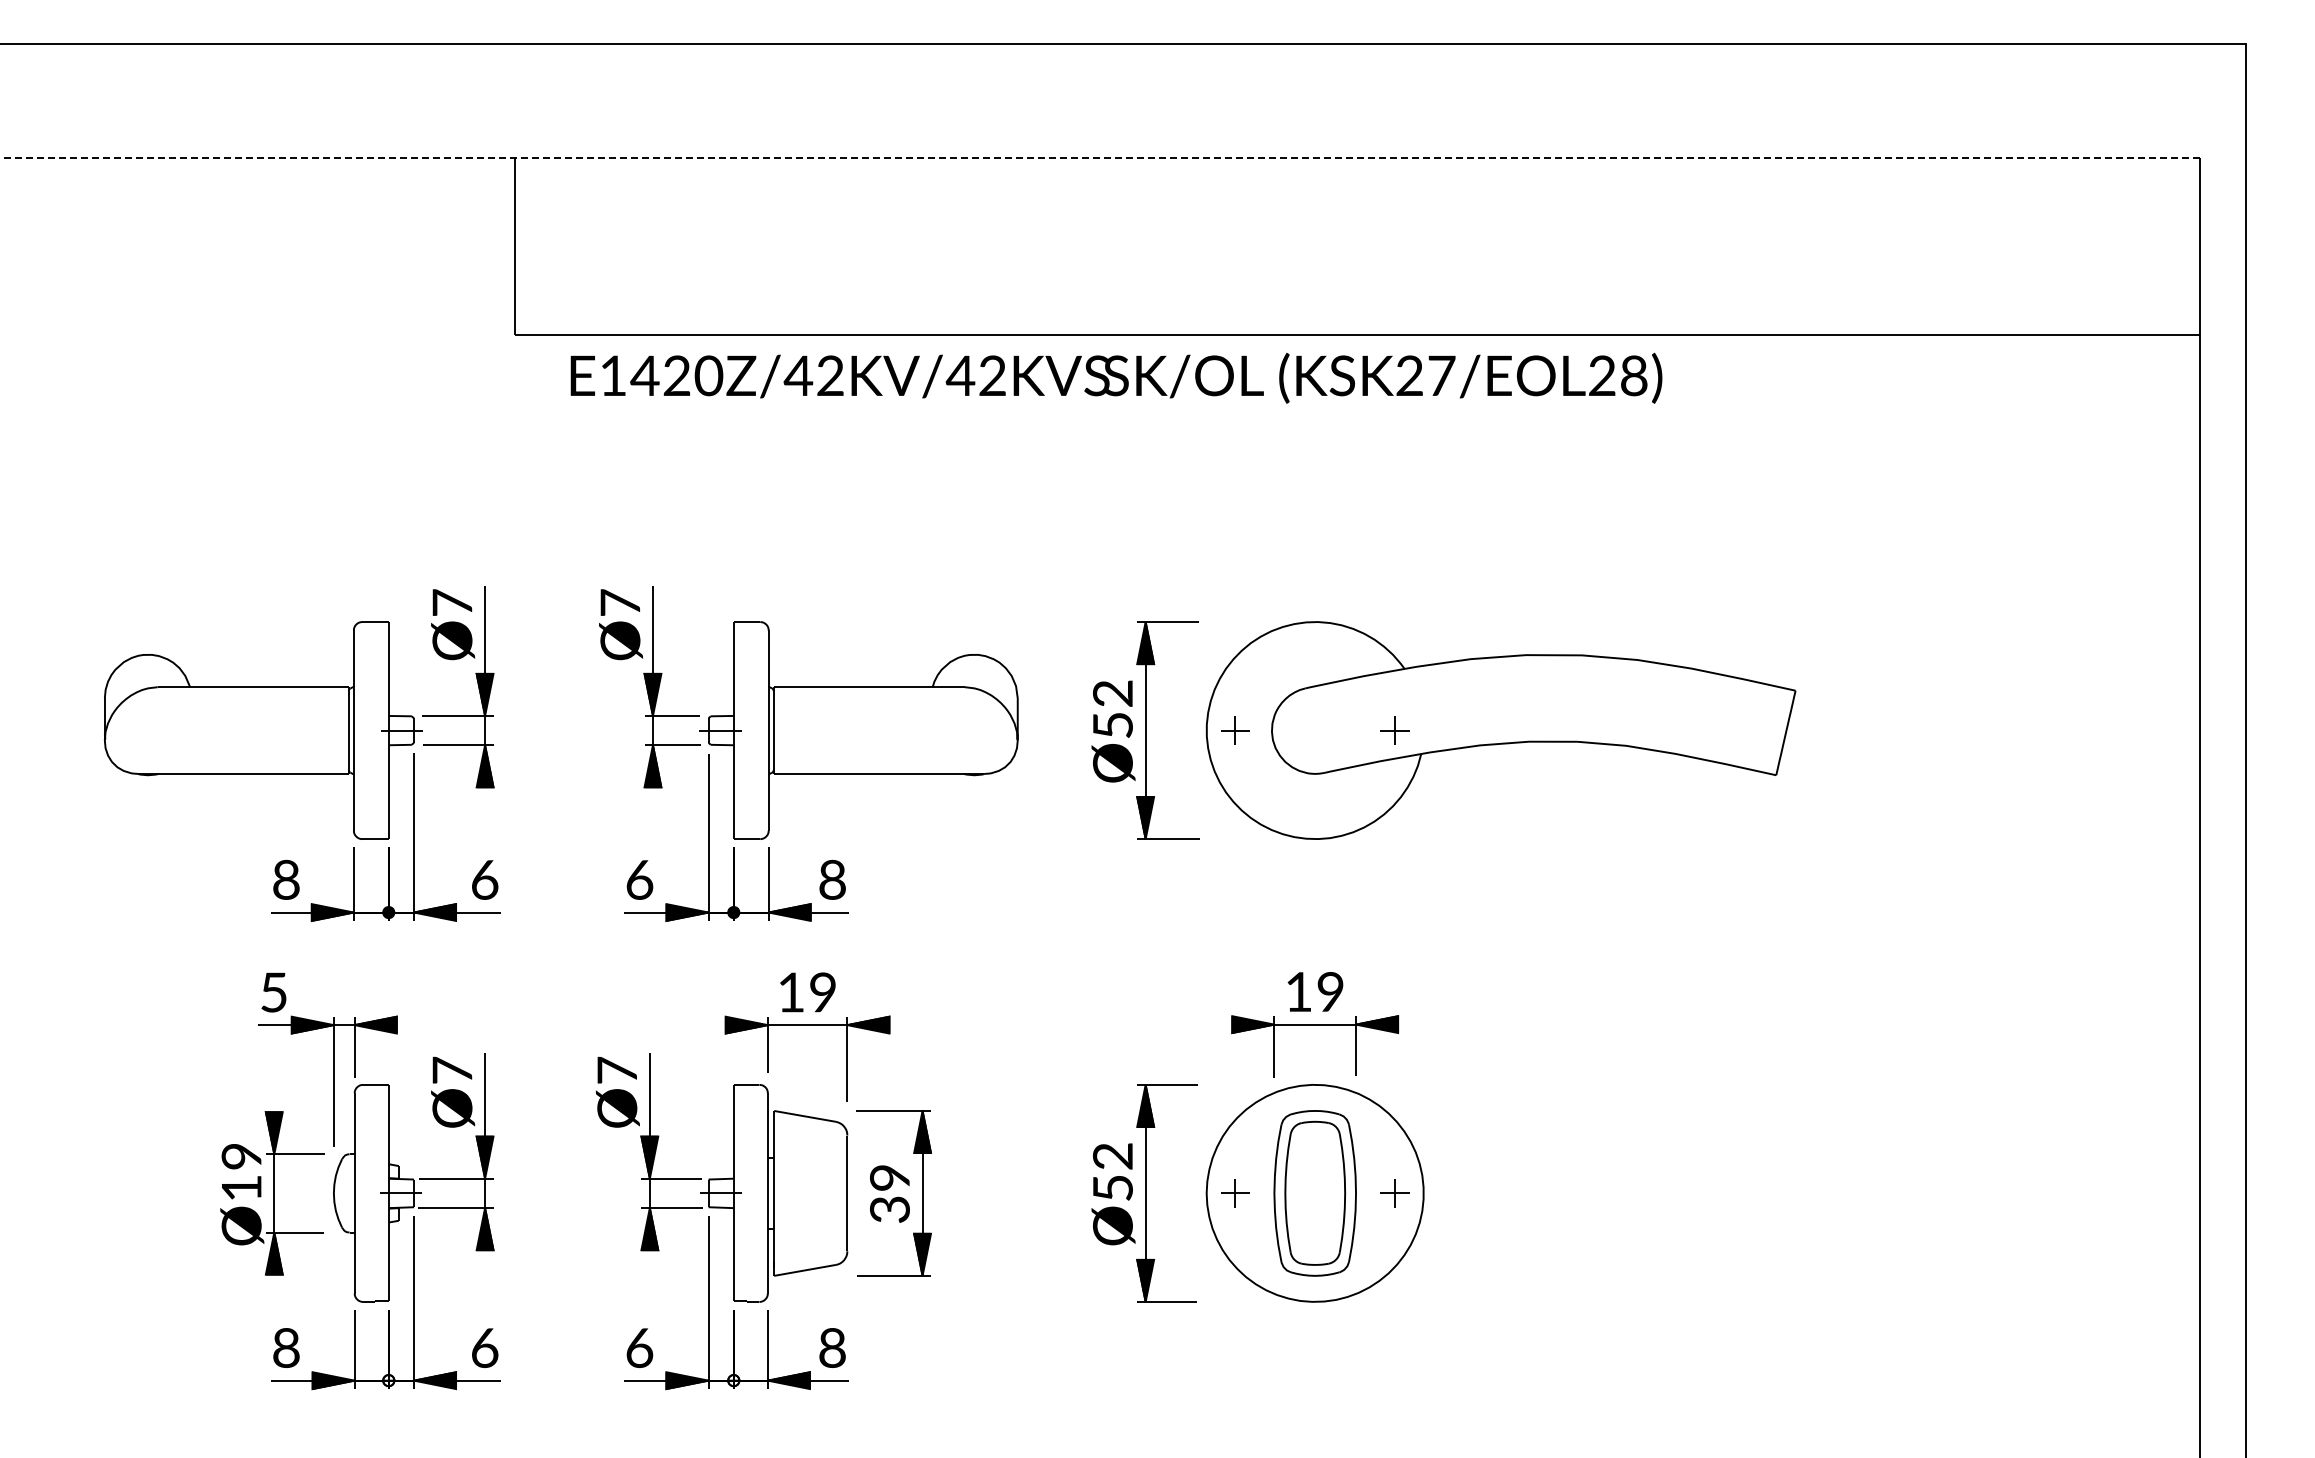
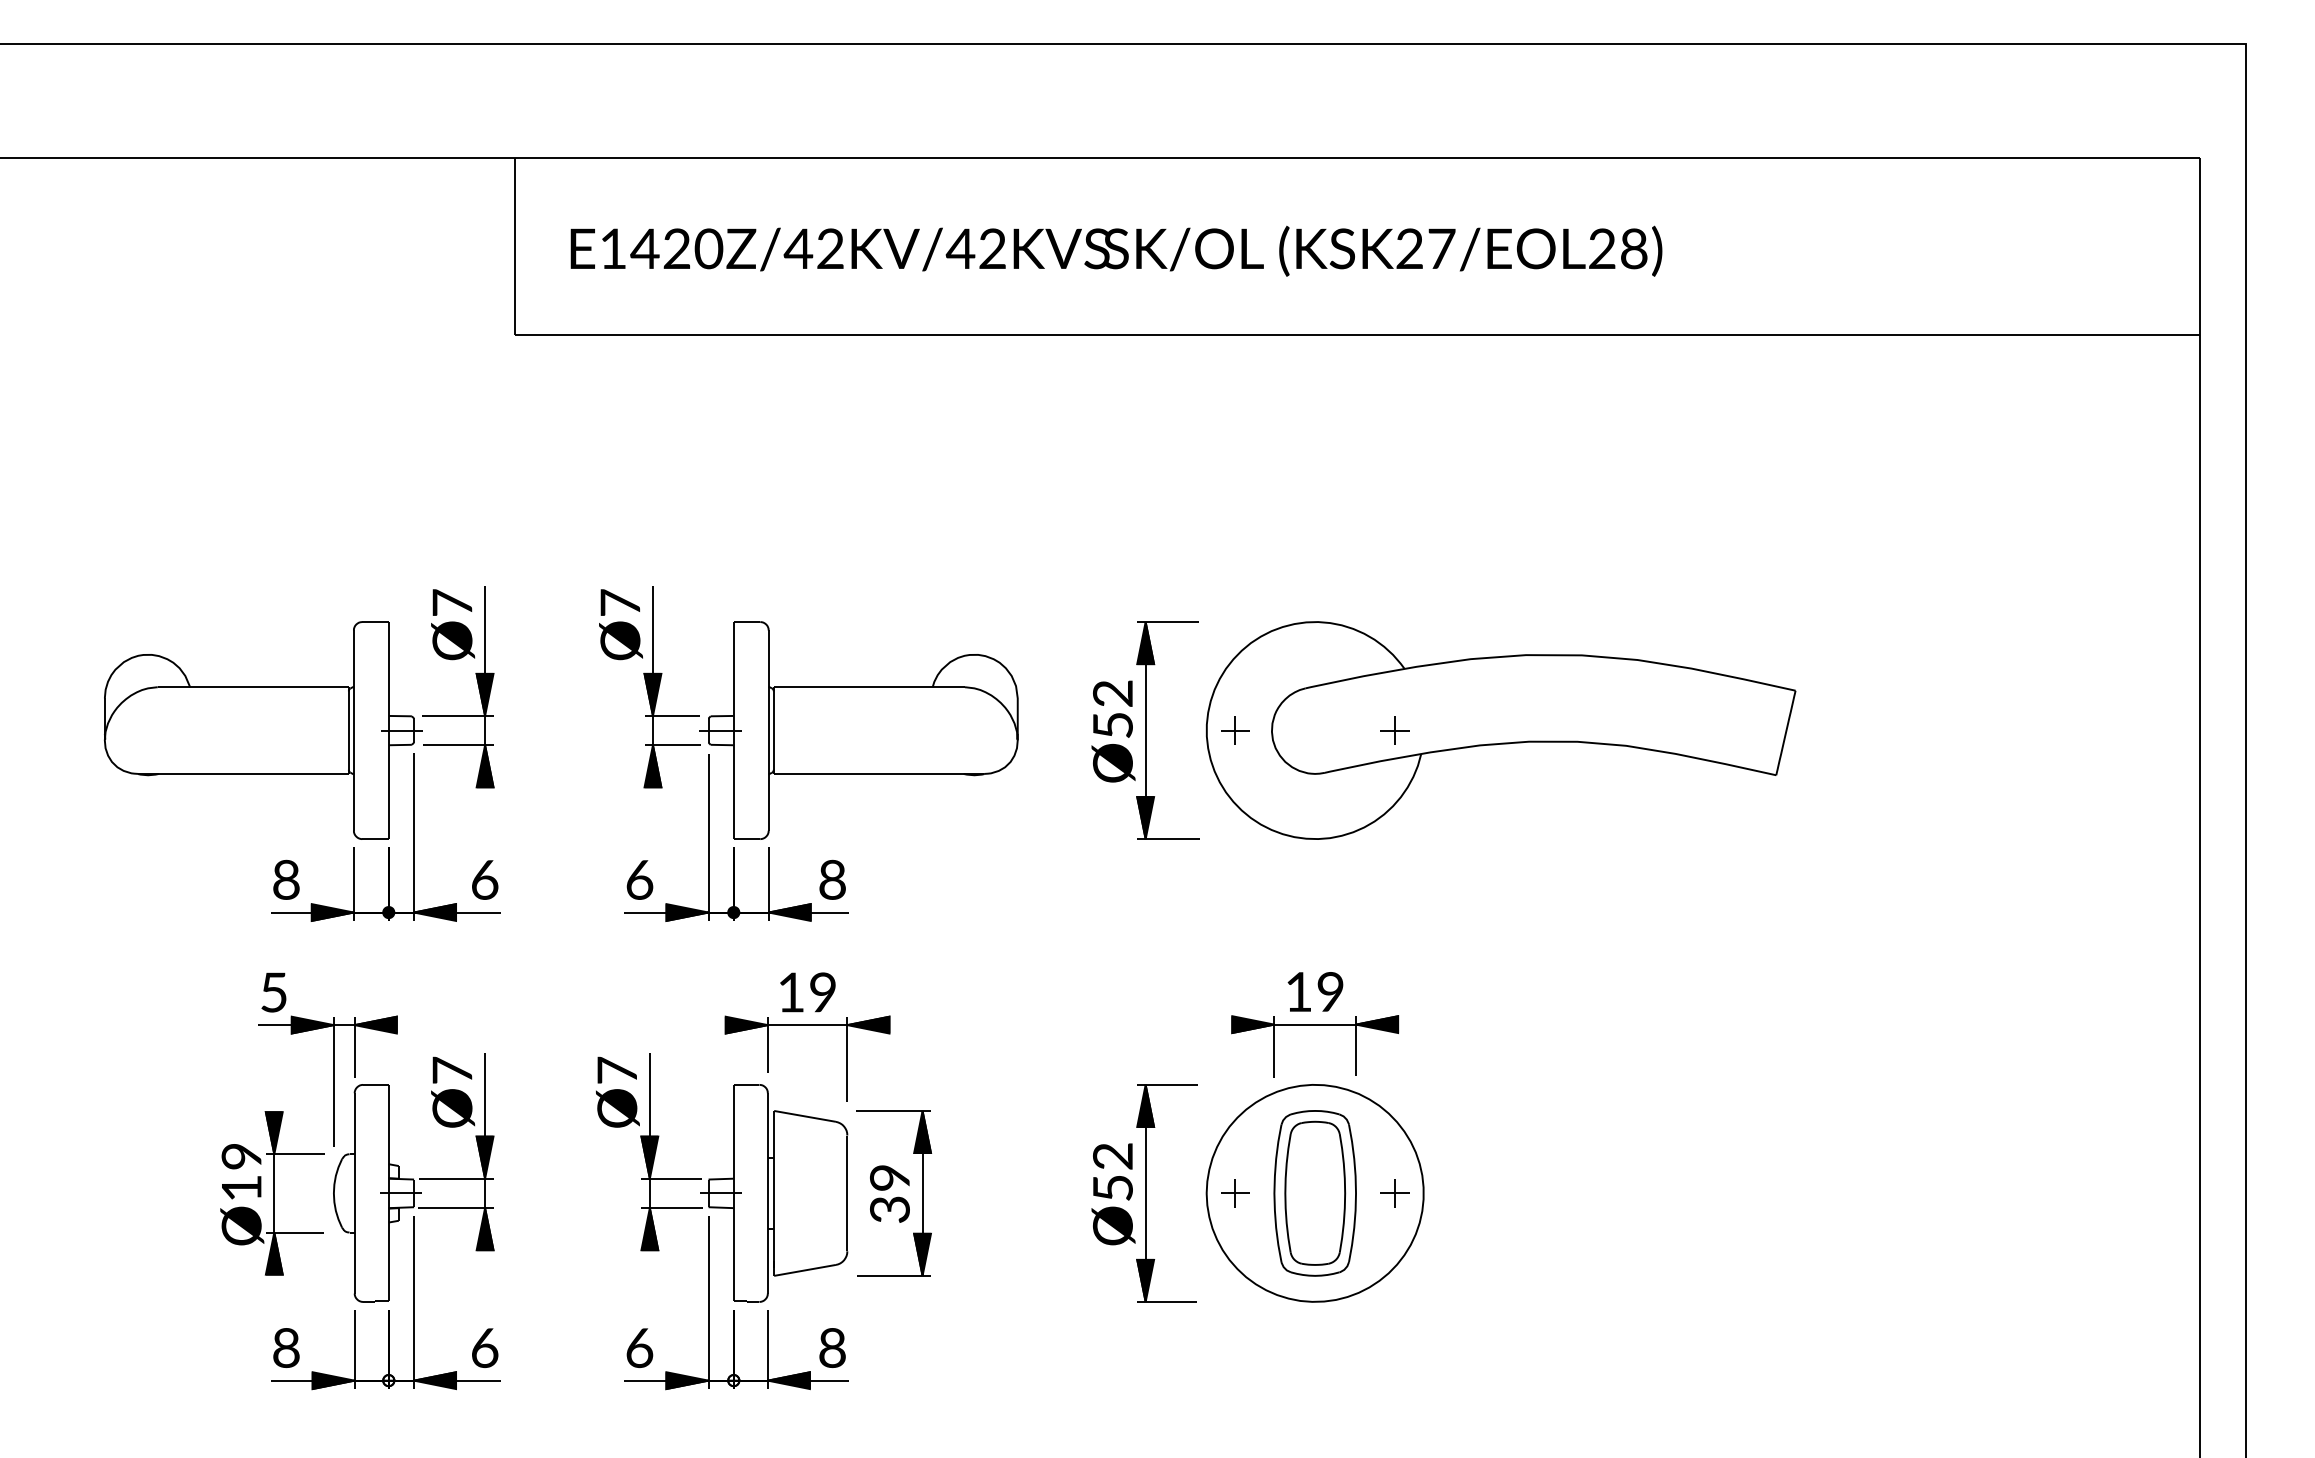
line at (1100, 157): dashed -> solid
text at (1116, 377) position: (1116, 377) -> (1116, 250)
